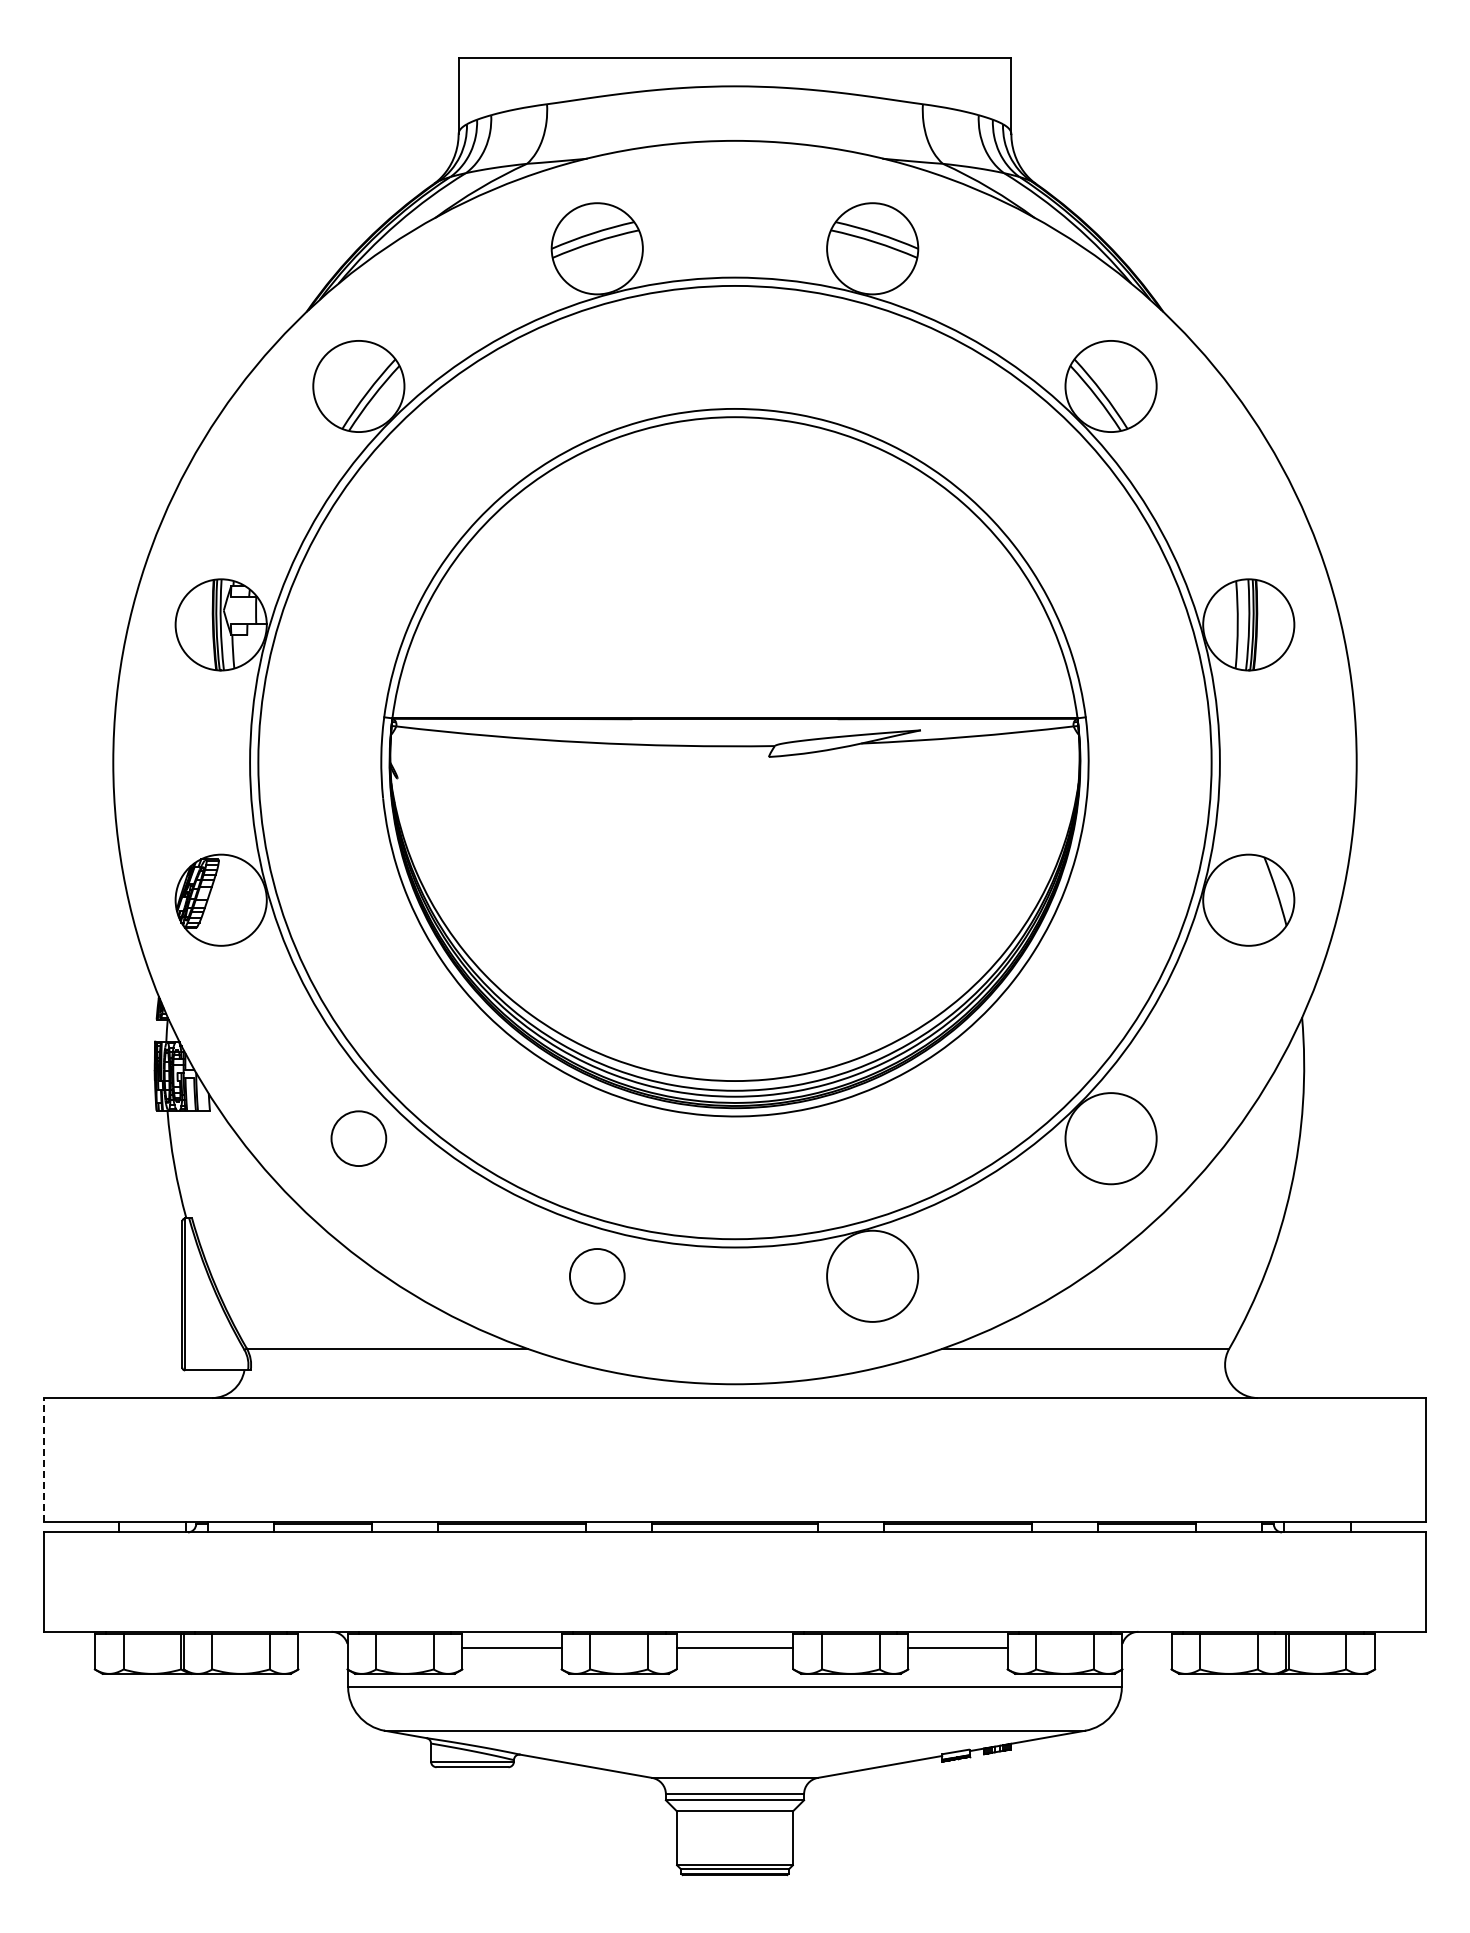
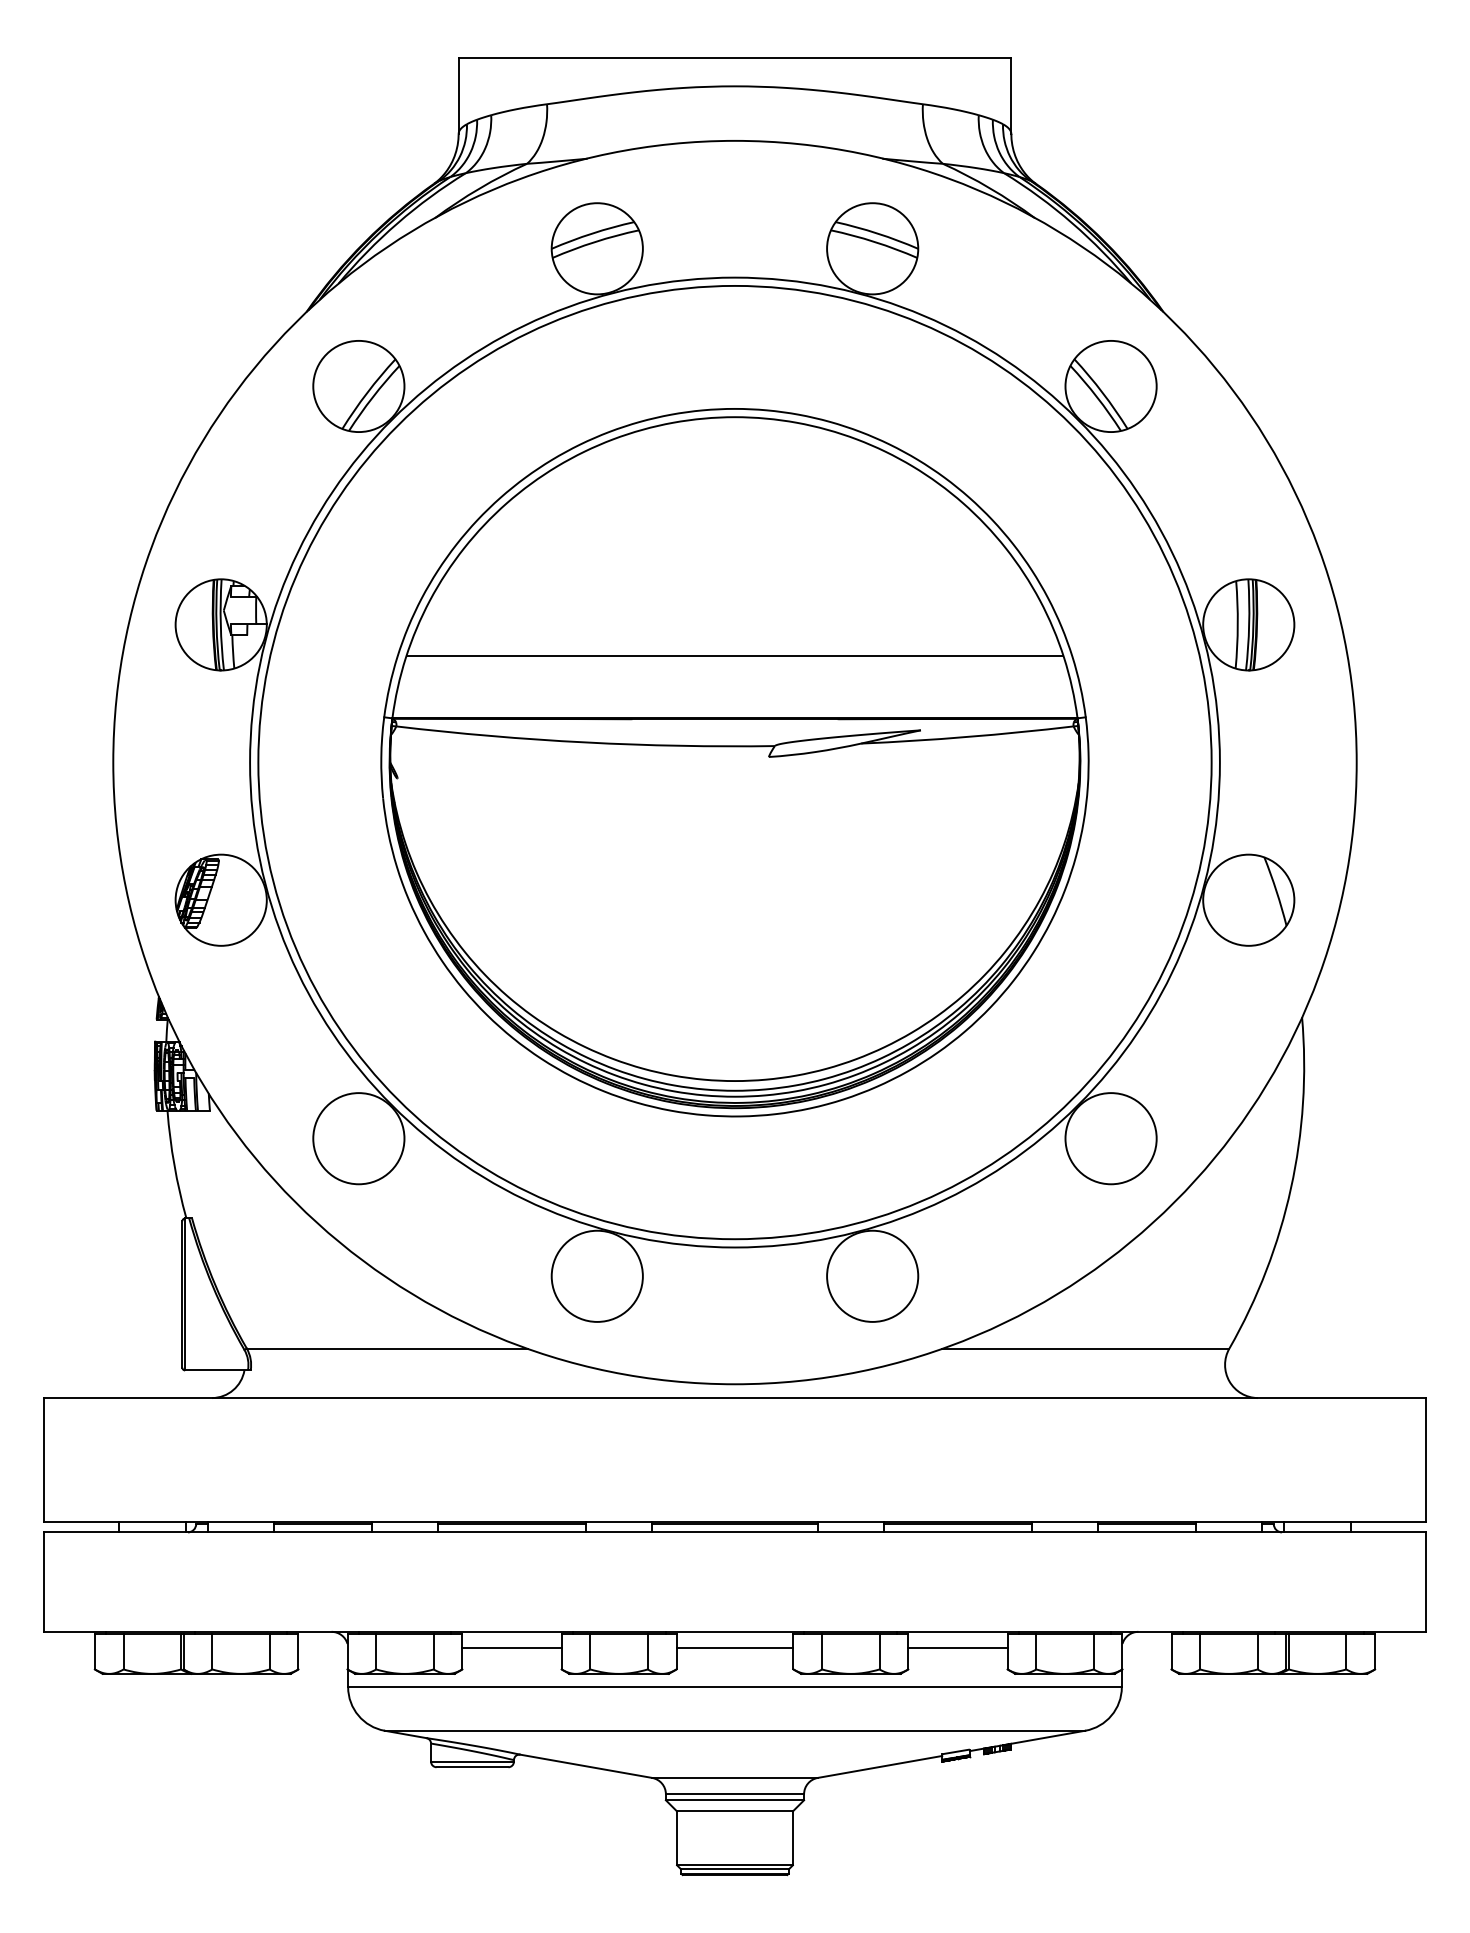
line at (734, 655): none -> present
circle at (358, 1138) diameter: 55 px -> 91 px
circle at (596, 1275) diameter: 55 px -> 91 px
line at (44, 1459): dashed -> solid
